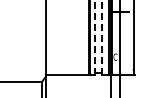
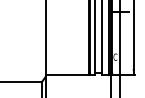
line at (95, 37): dashed -> solid
line at (102, 37): dashed -> solid
